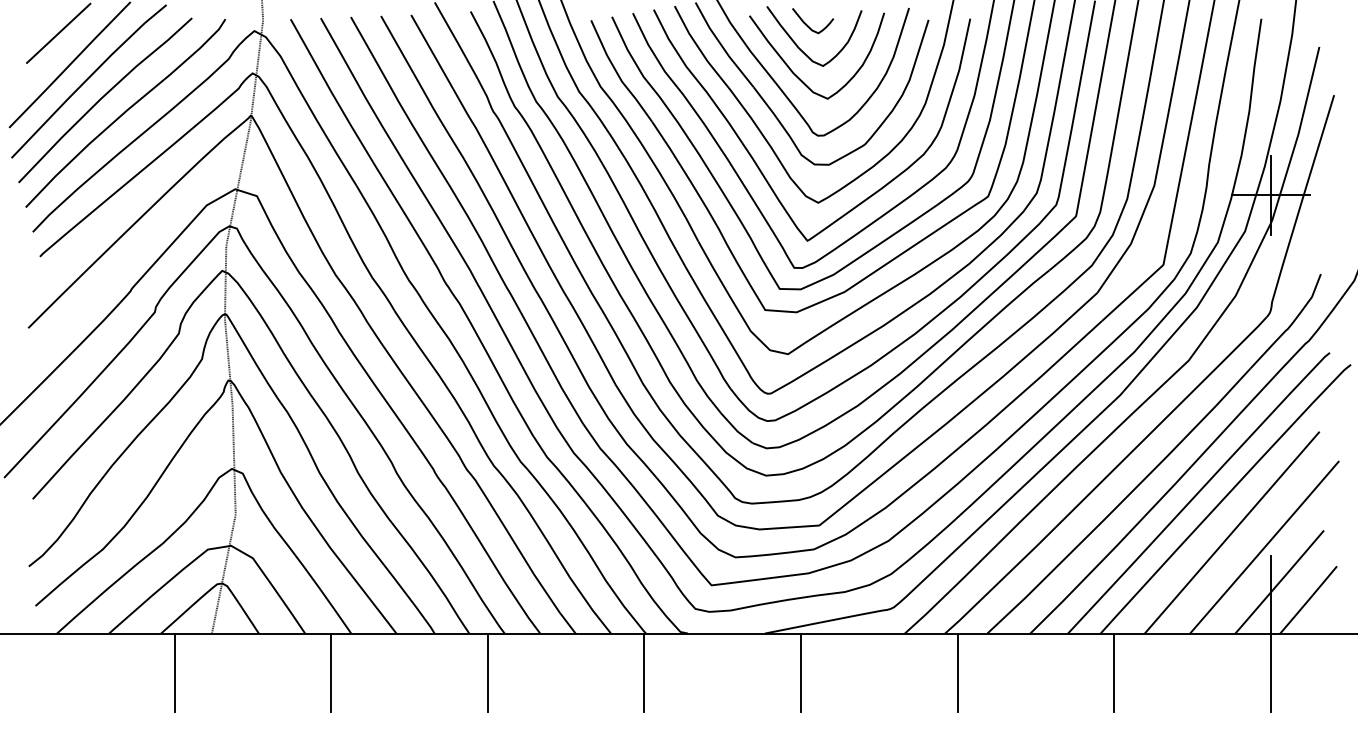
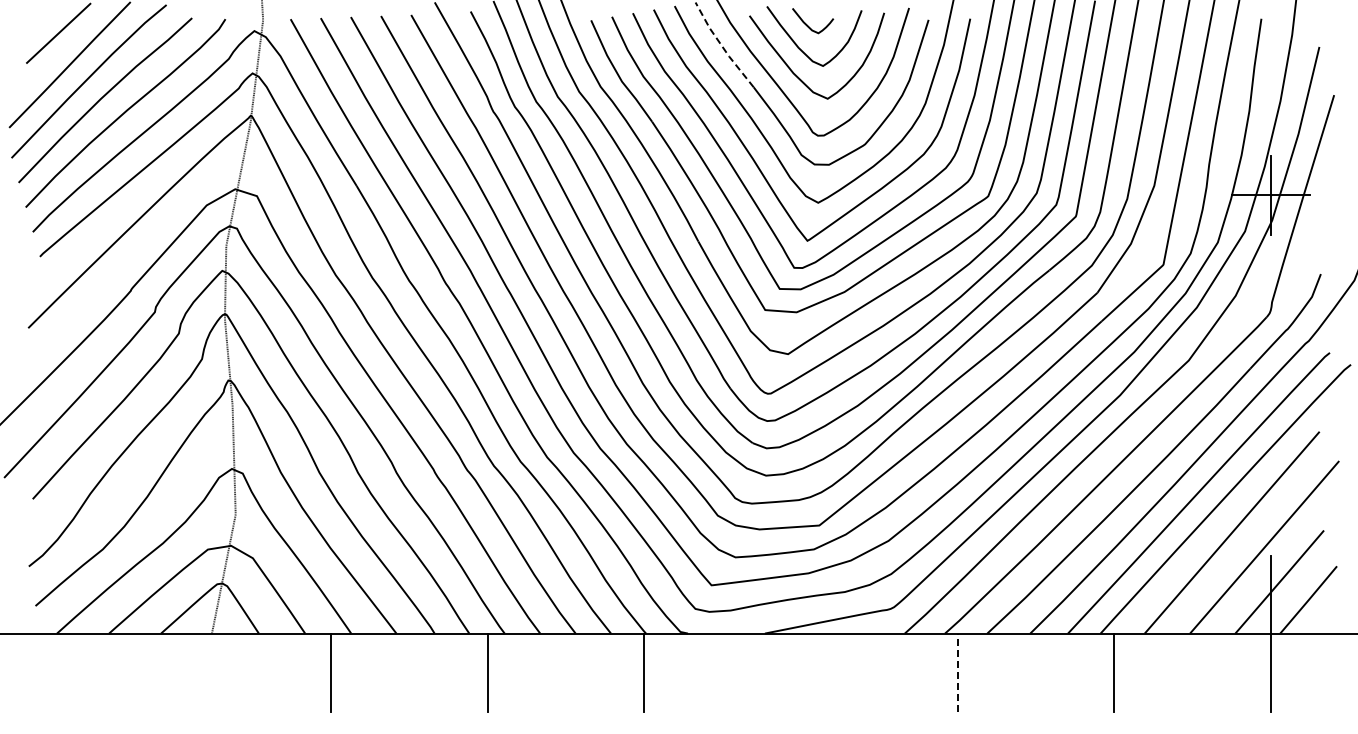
line at (721, 45): solid -> dashed
line at (174, 672): present -> none
line at (801, 672): present -> none
line at (957, 672): solid -> dashed
